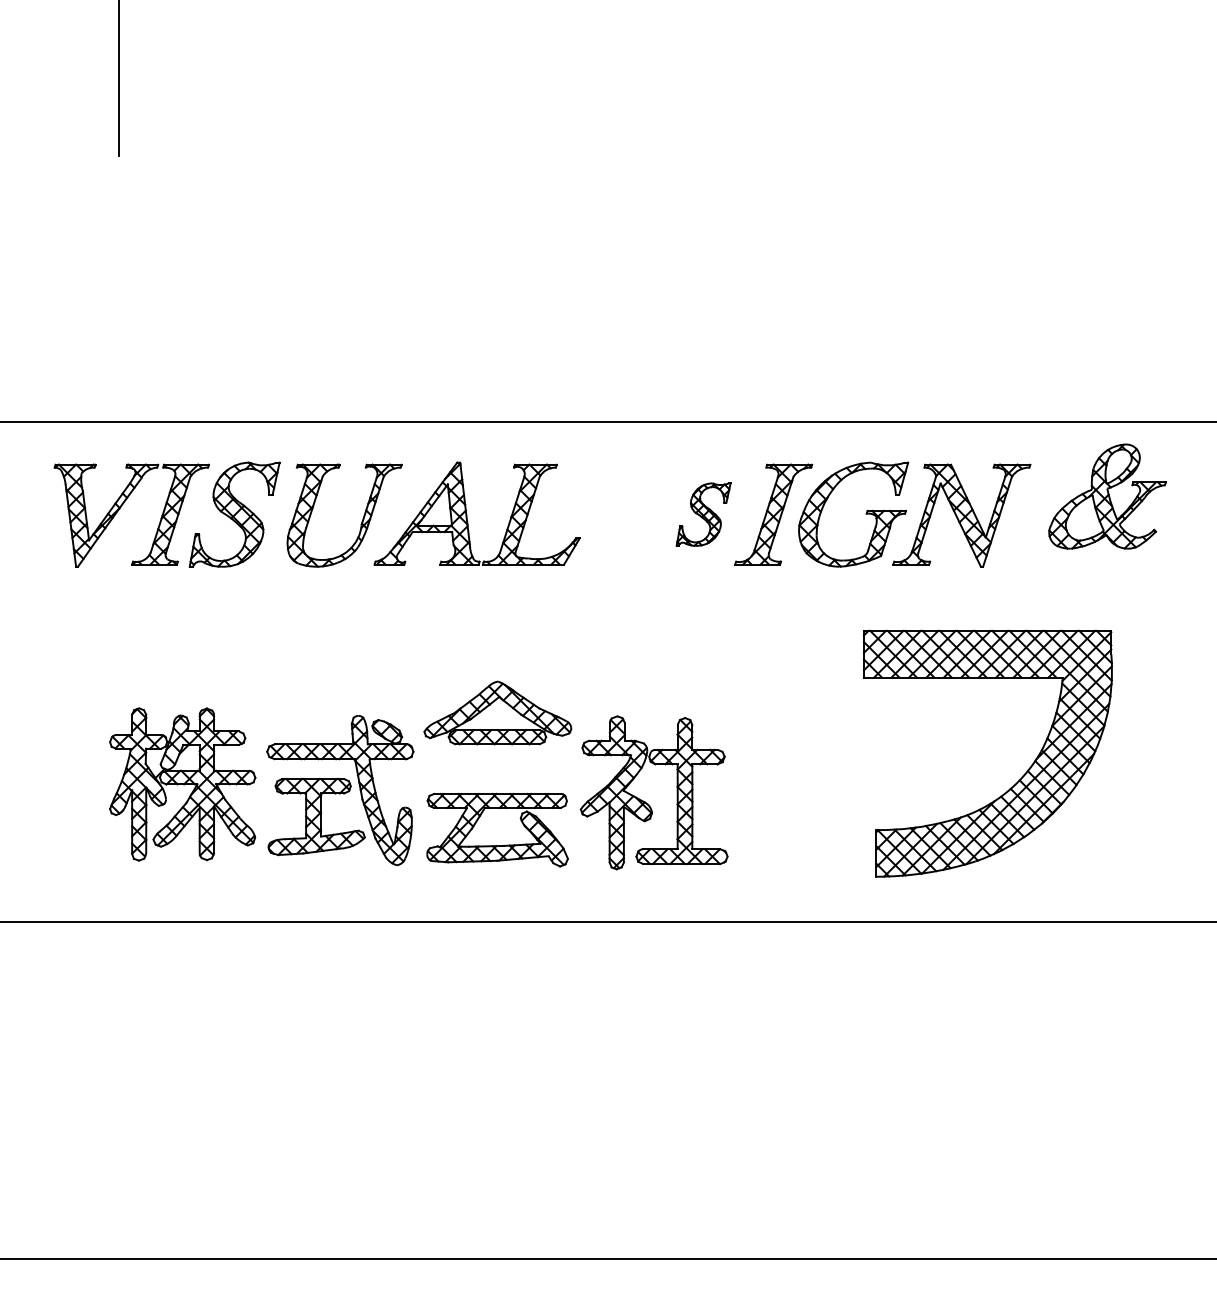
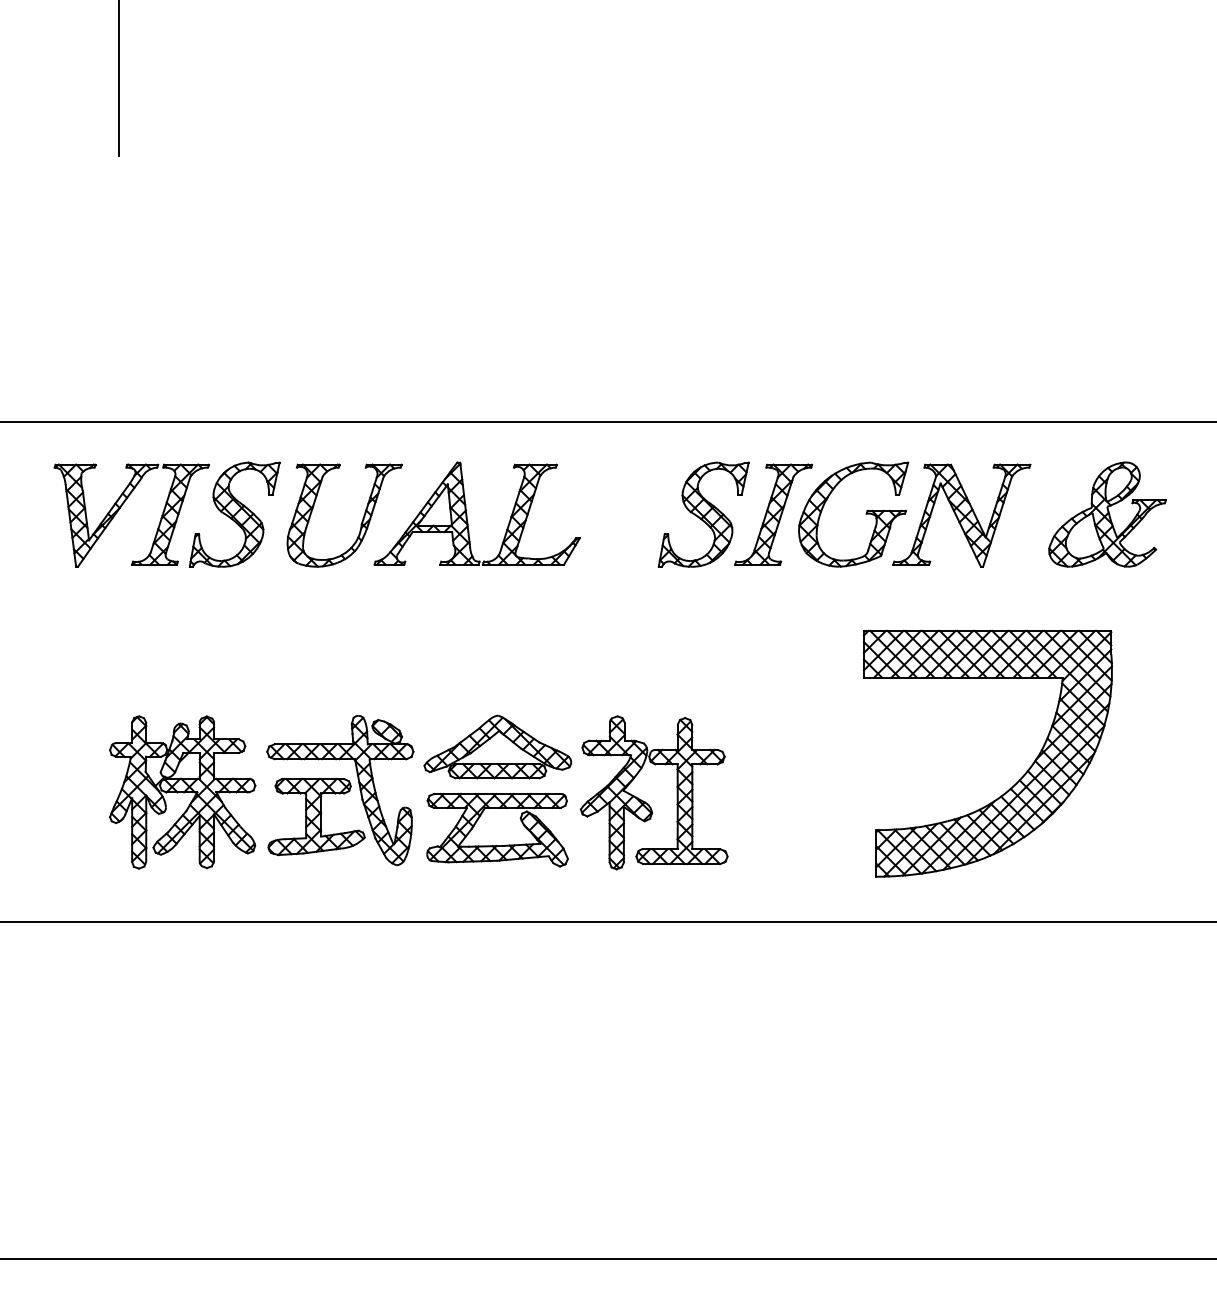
part at (1107, 496) position: (1107, 496) -> (1107, 514)
part at (703, 514) size: 57x65 px -> 93x107 px
part at (497, 712) position: (497, 712) -> (497, 746)
part at (182, 784) position: (182, 784) -> (182, 792)
